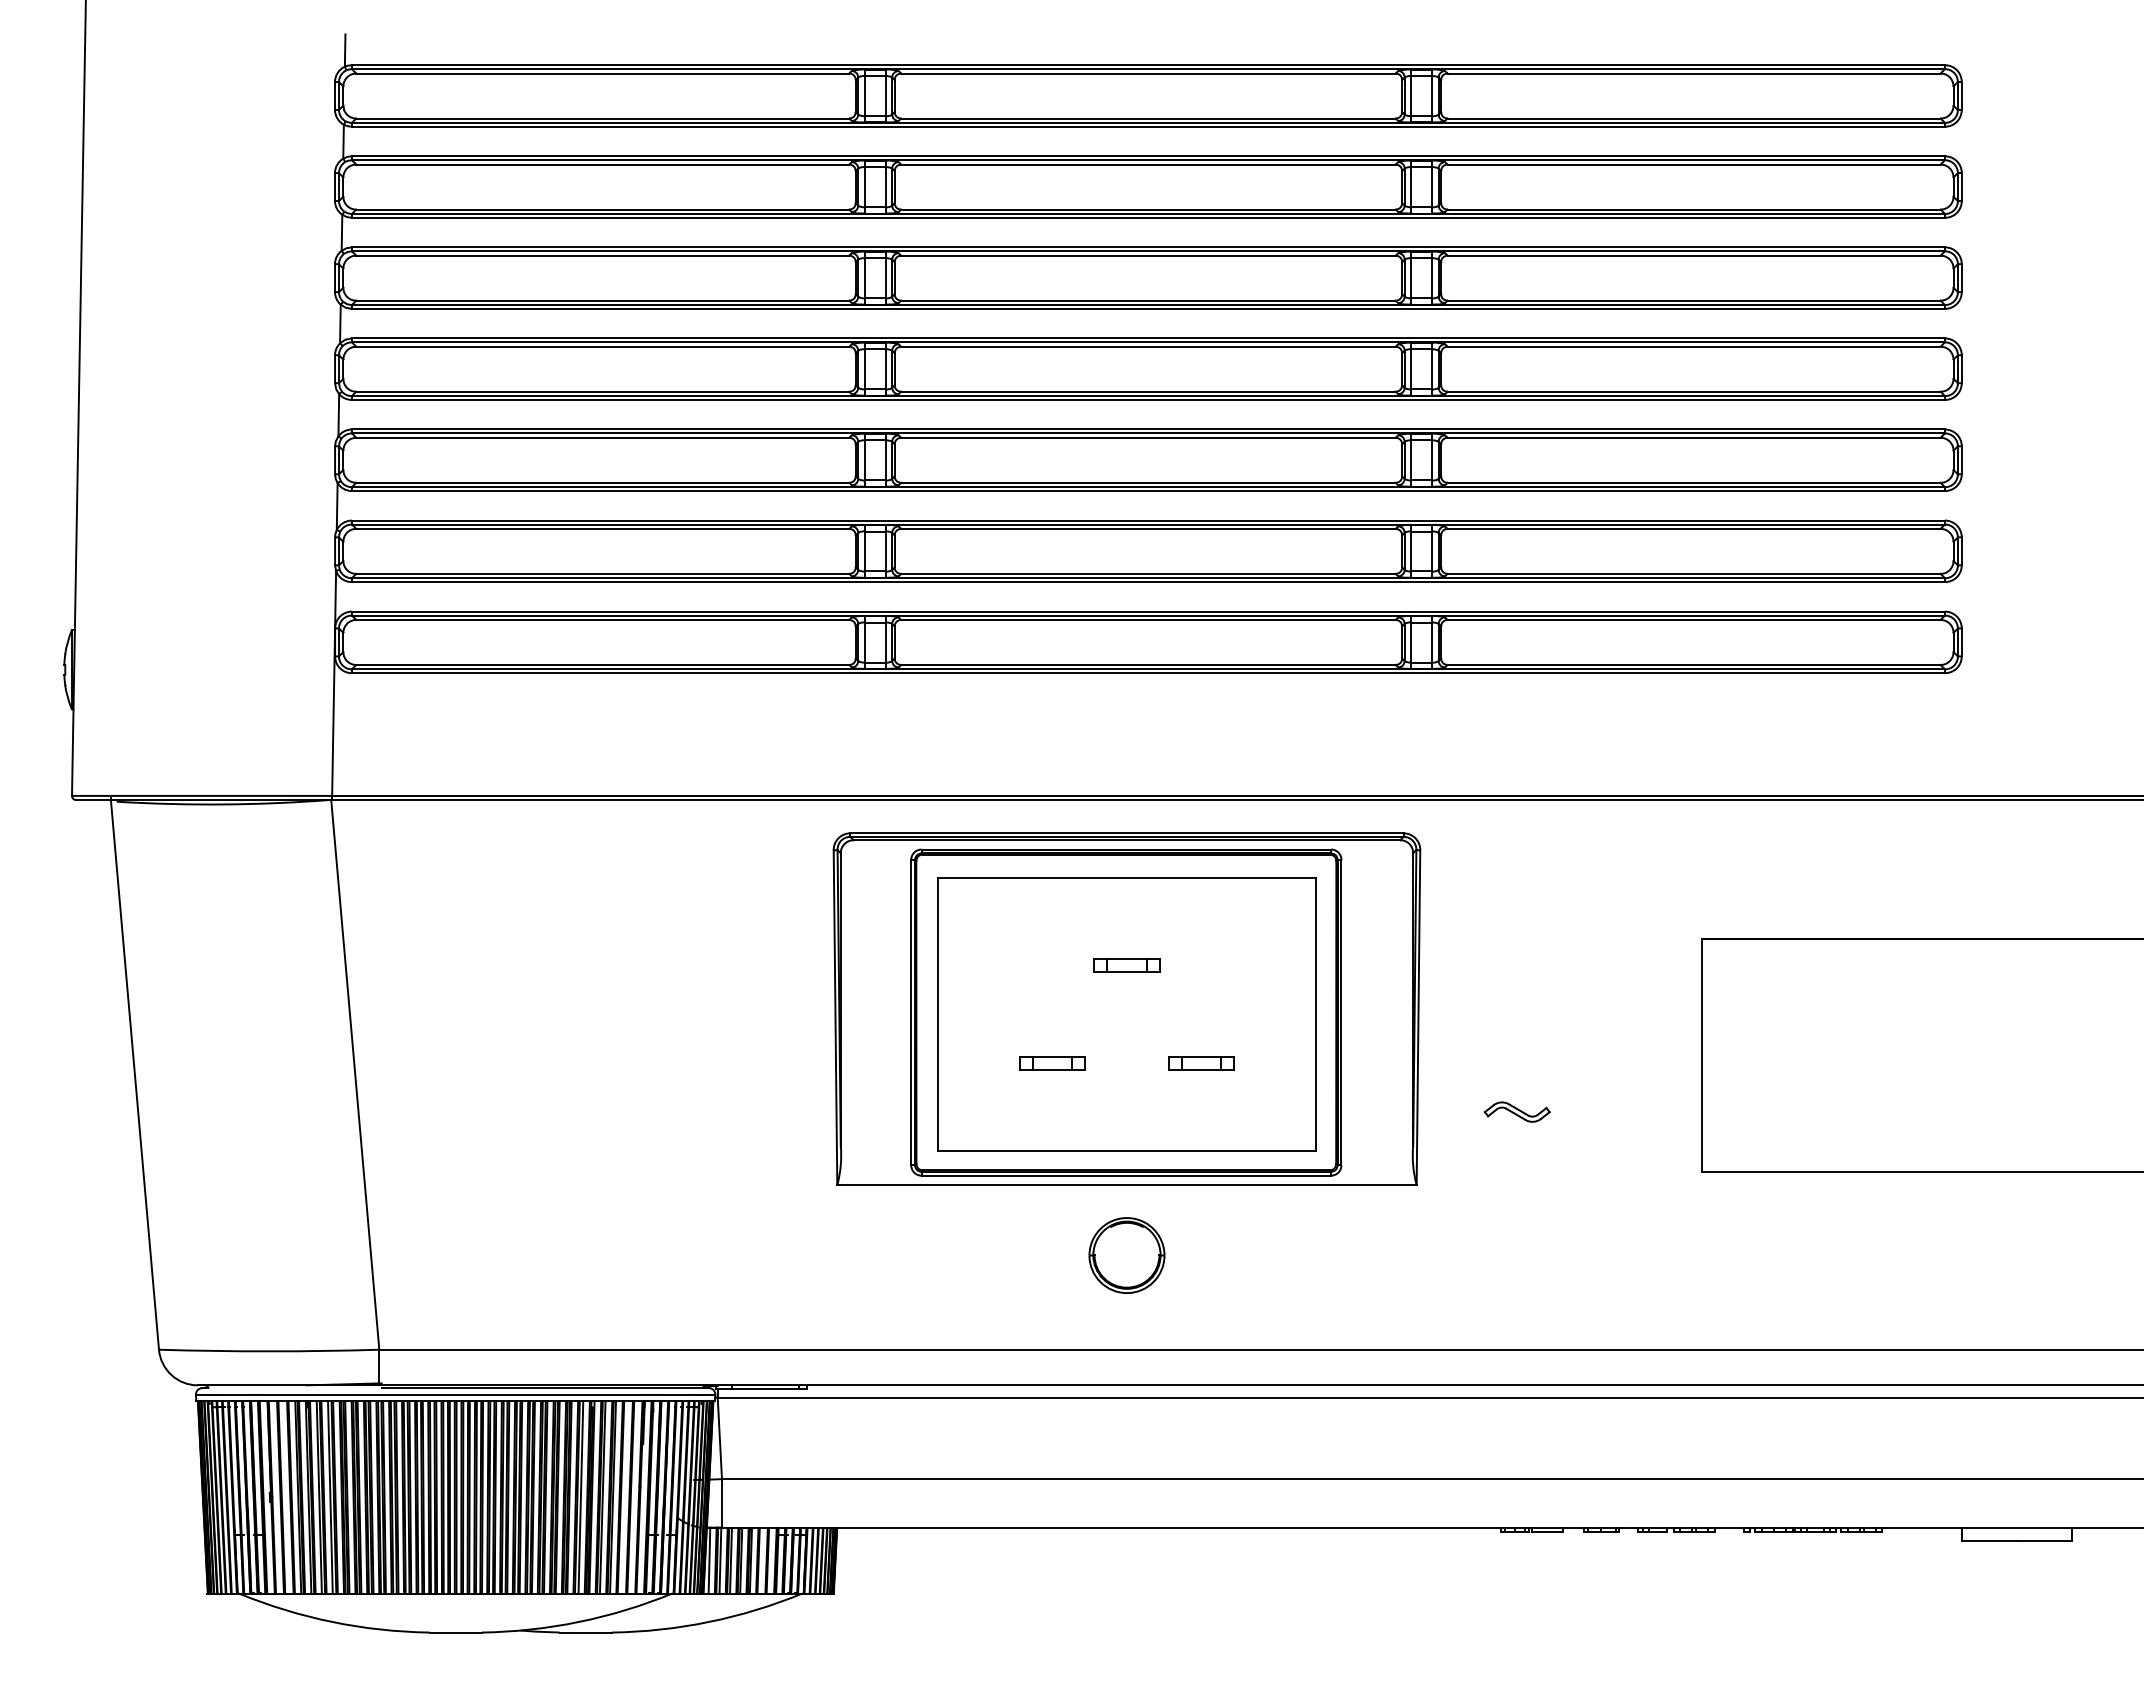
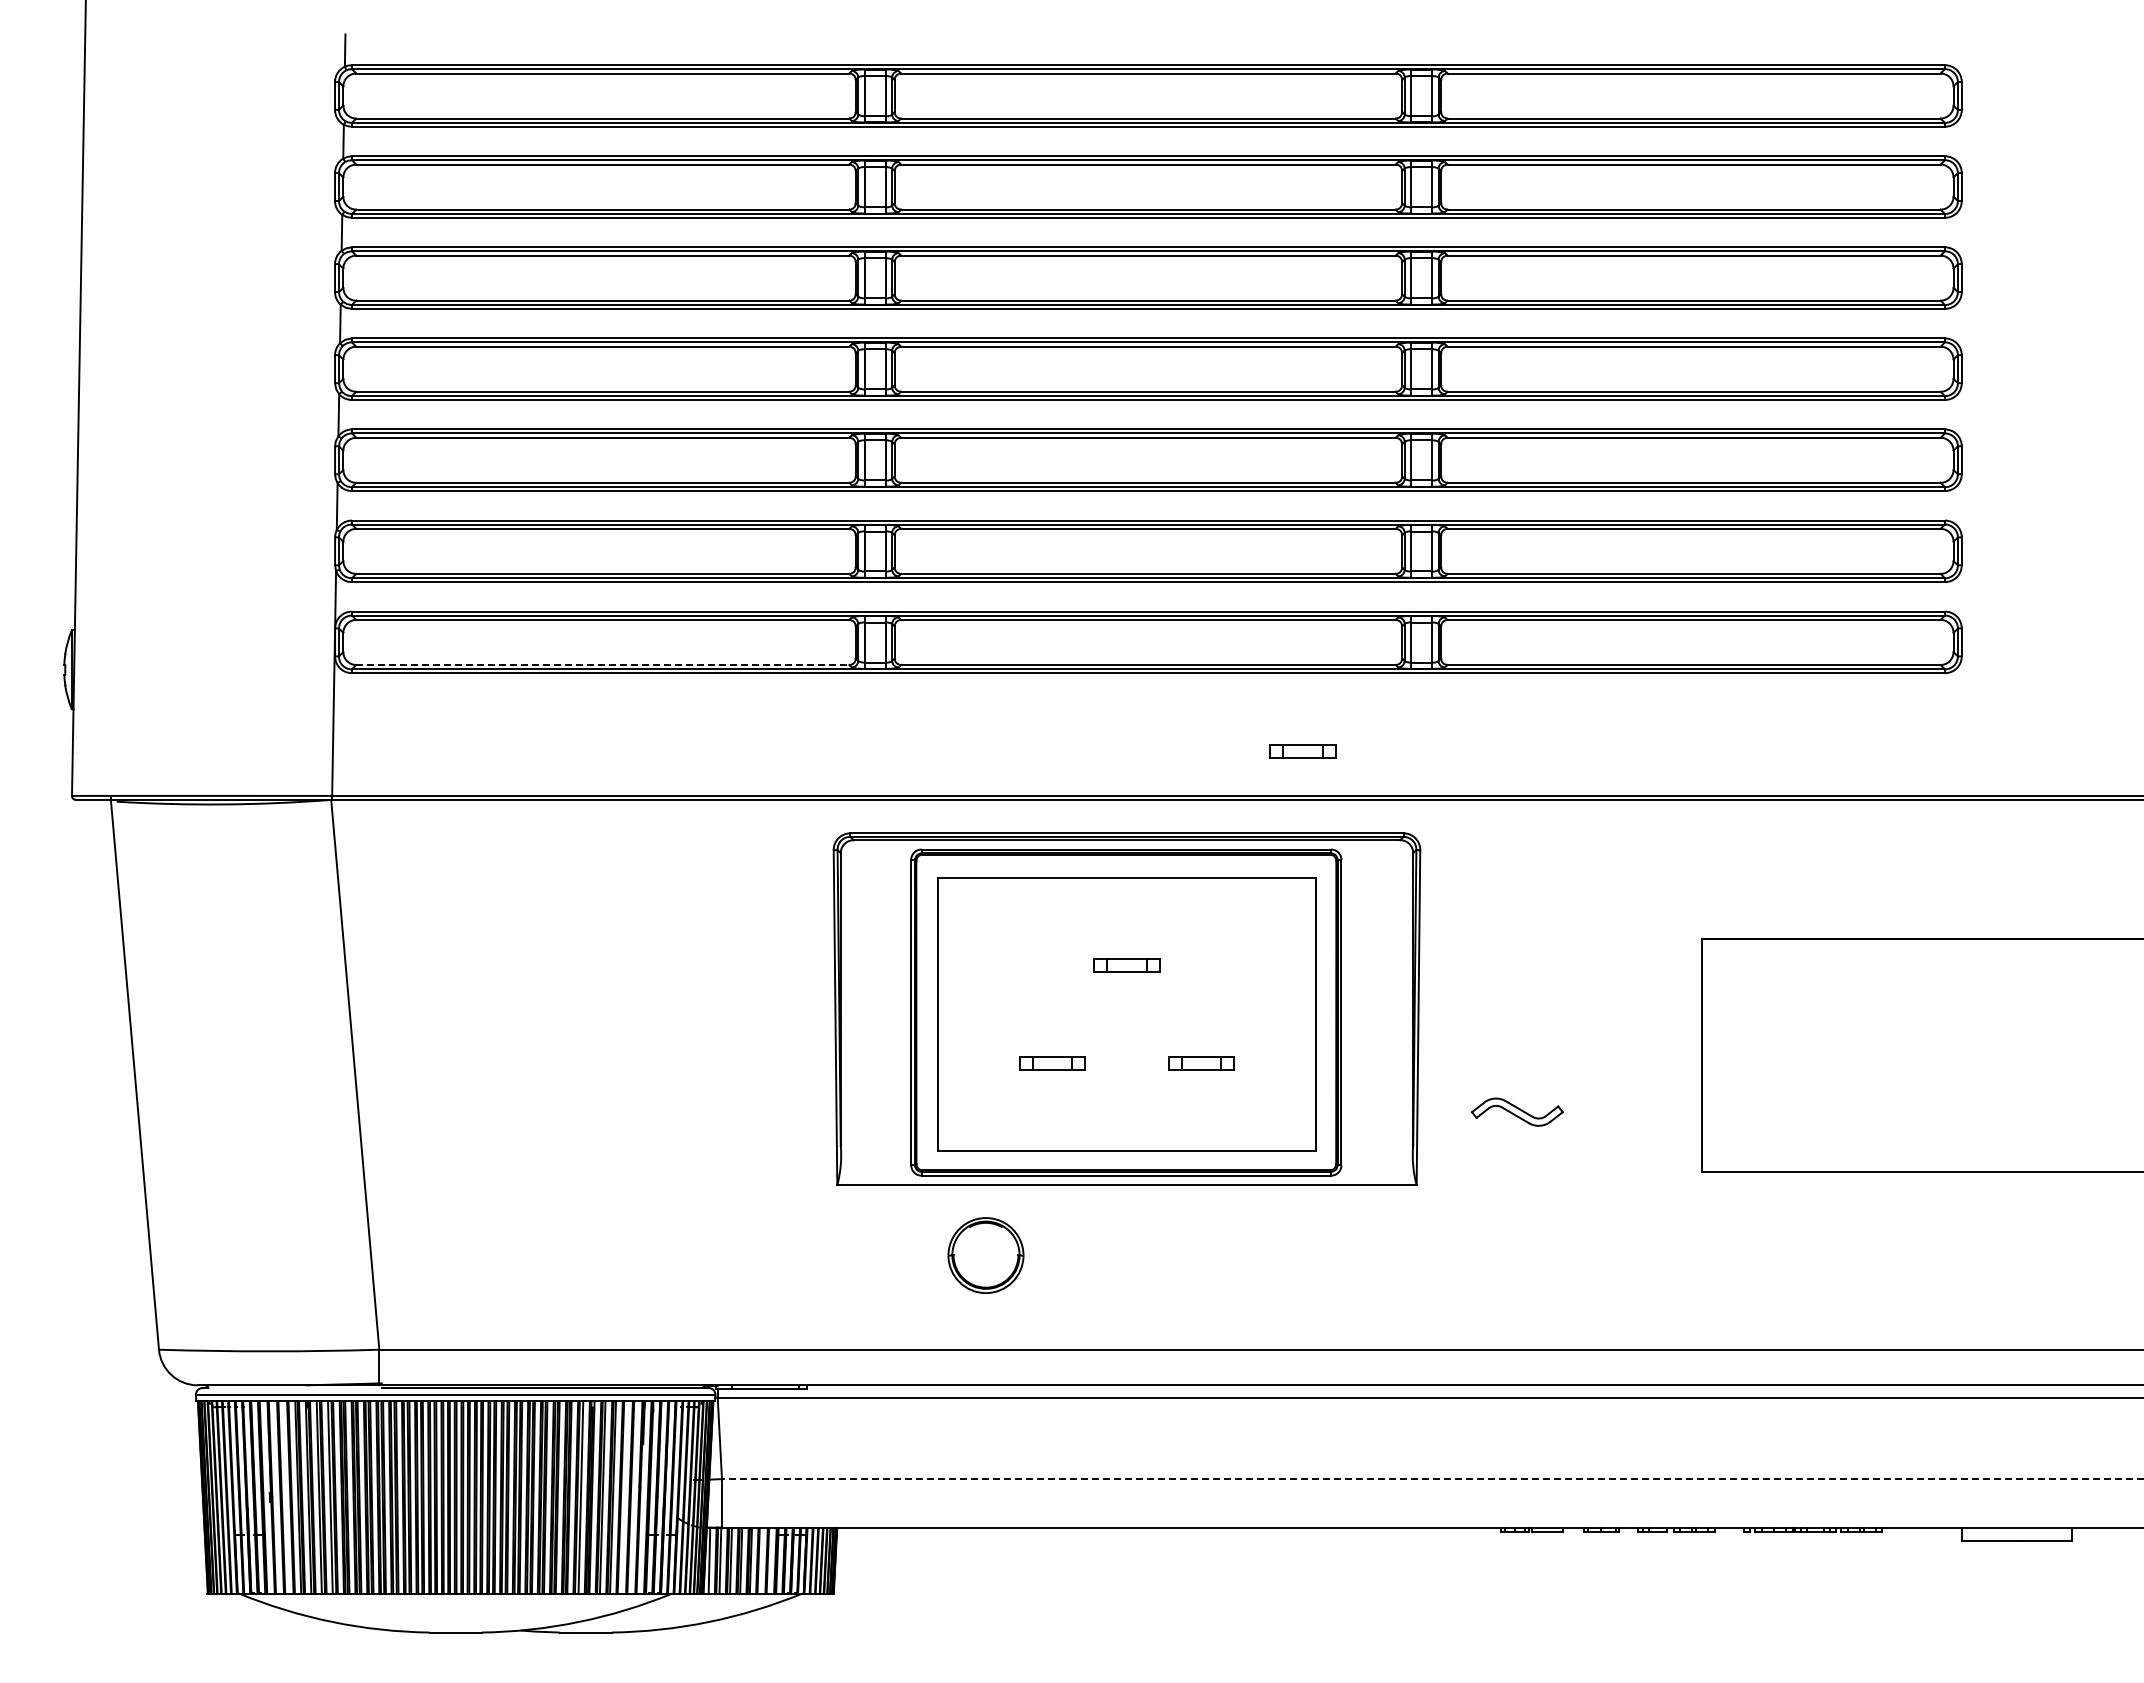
line at (602, 664): solid -> dashed
part at (1302, 751): none -> present
part at (1516, 1111) size: 68x22 px -> 93x30 px
part at (1126, 1255) position: (1126, 1255) -> (985, 1255)
line at (1431, 1479): solid -> dashed
